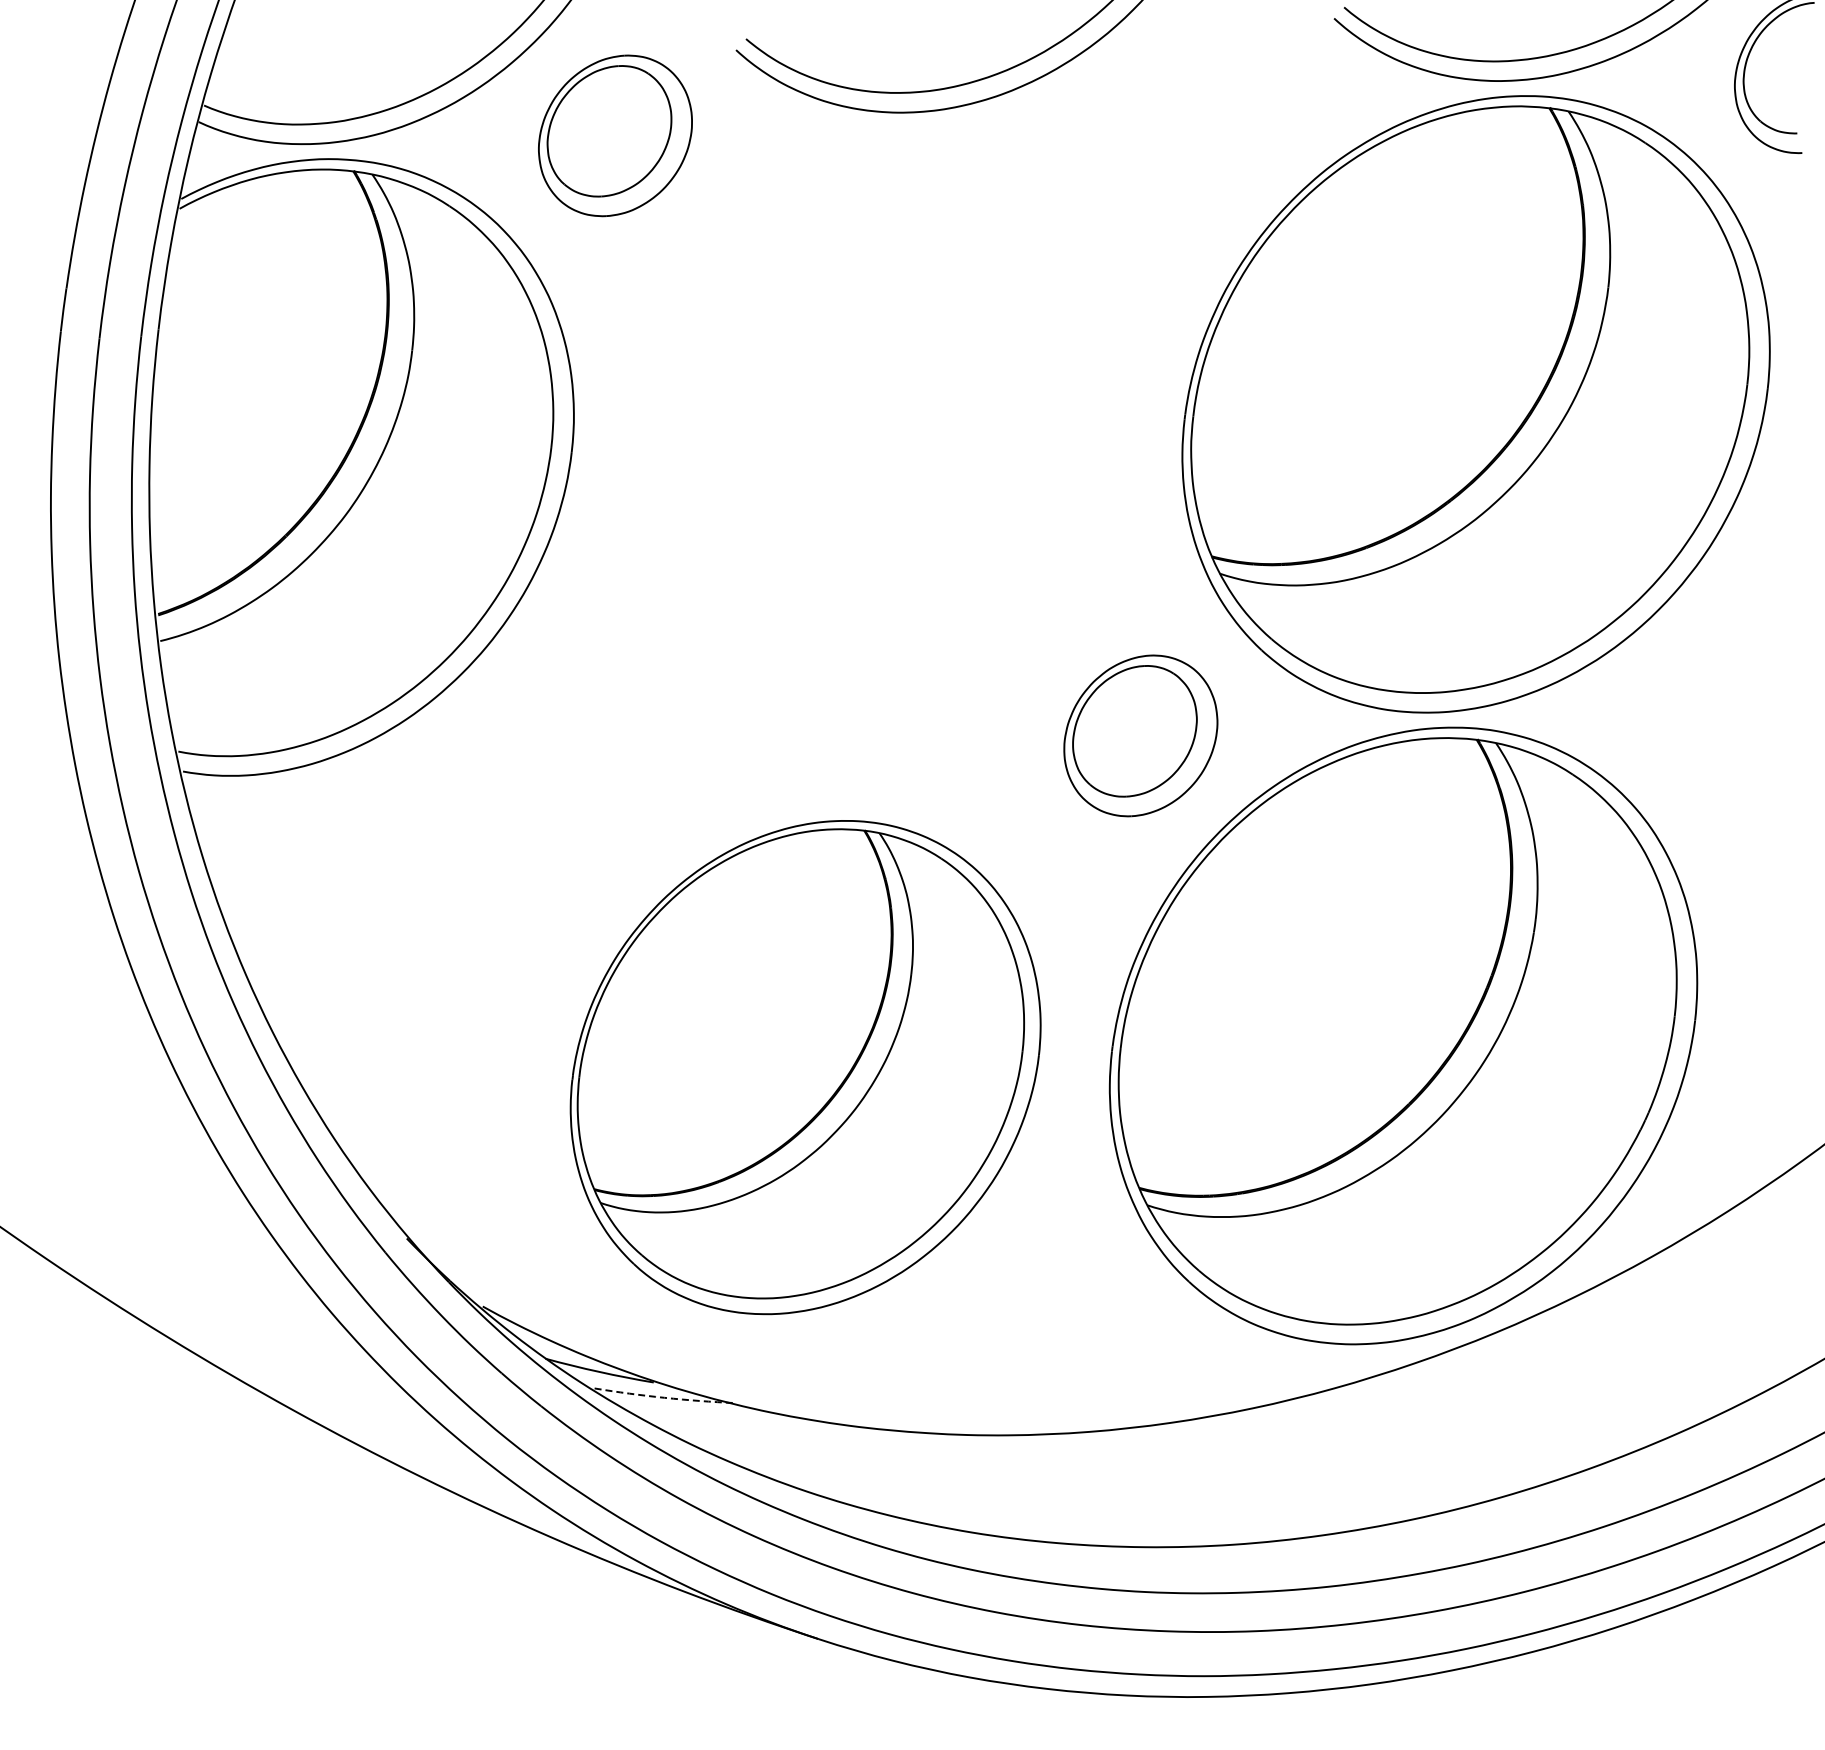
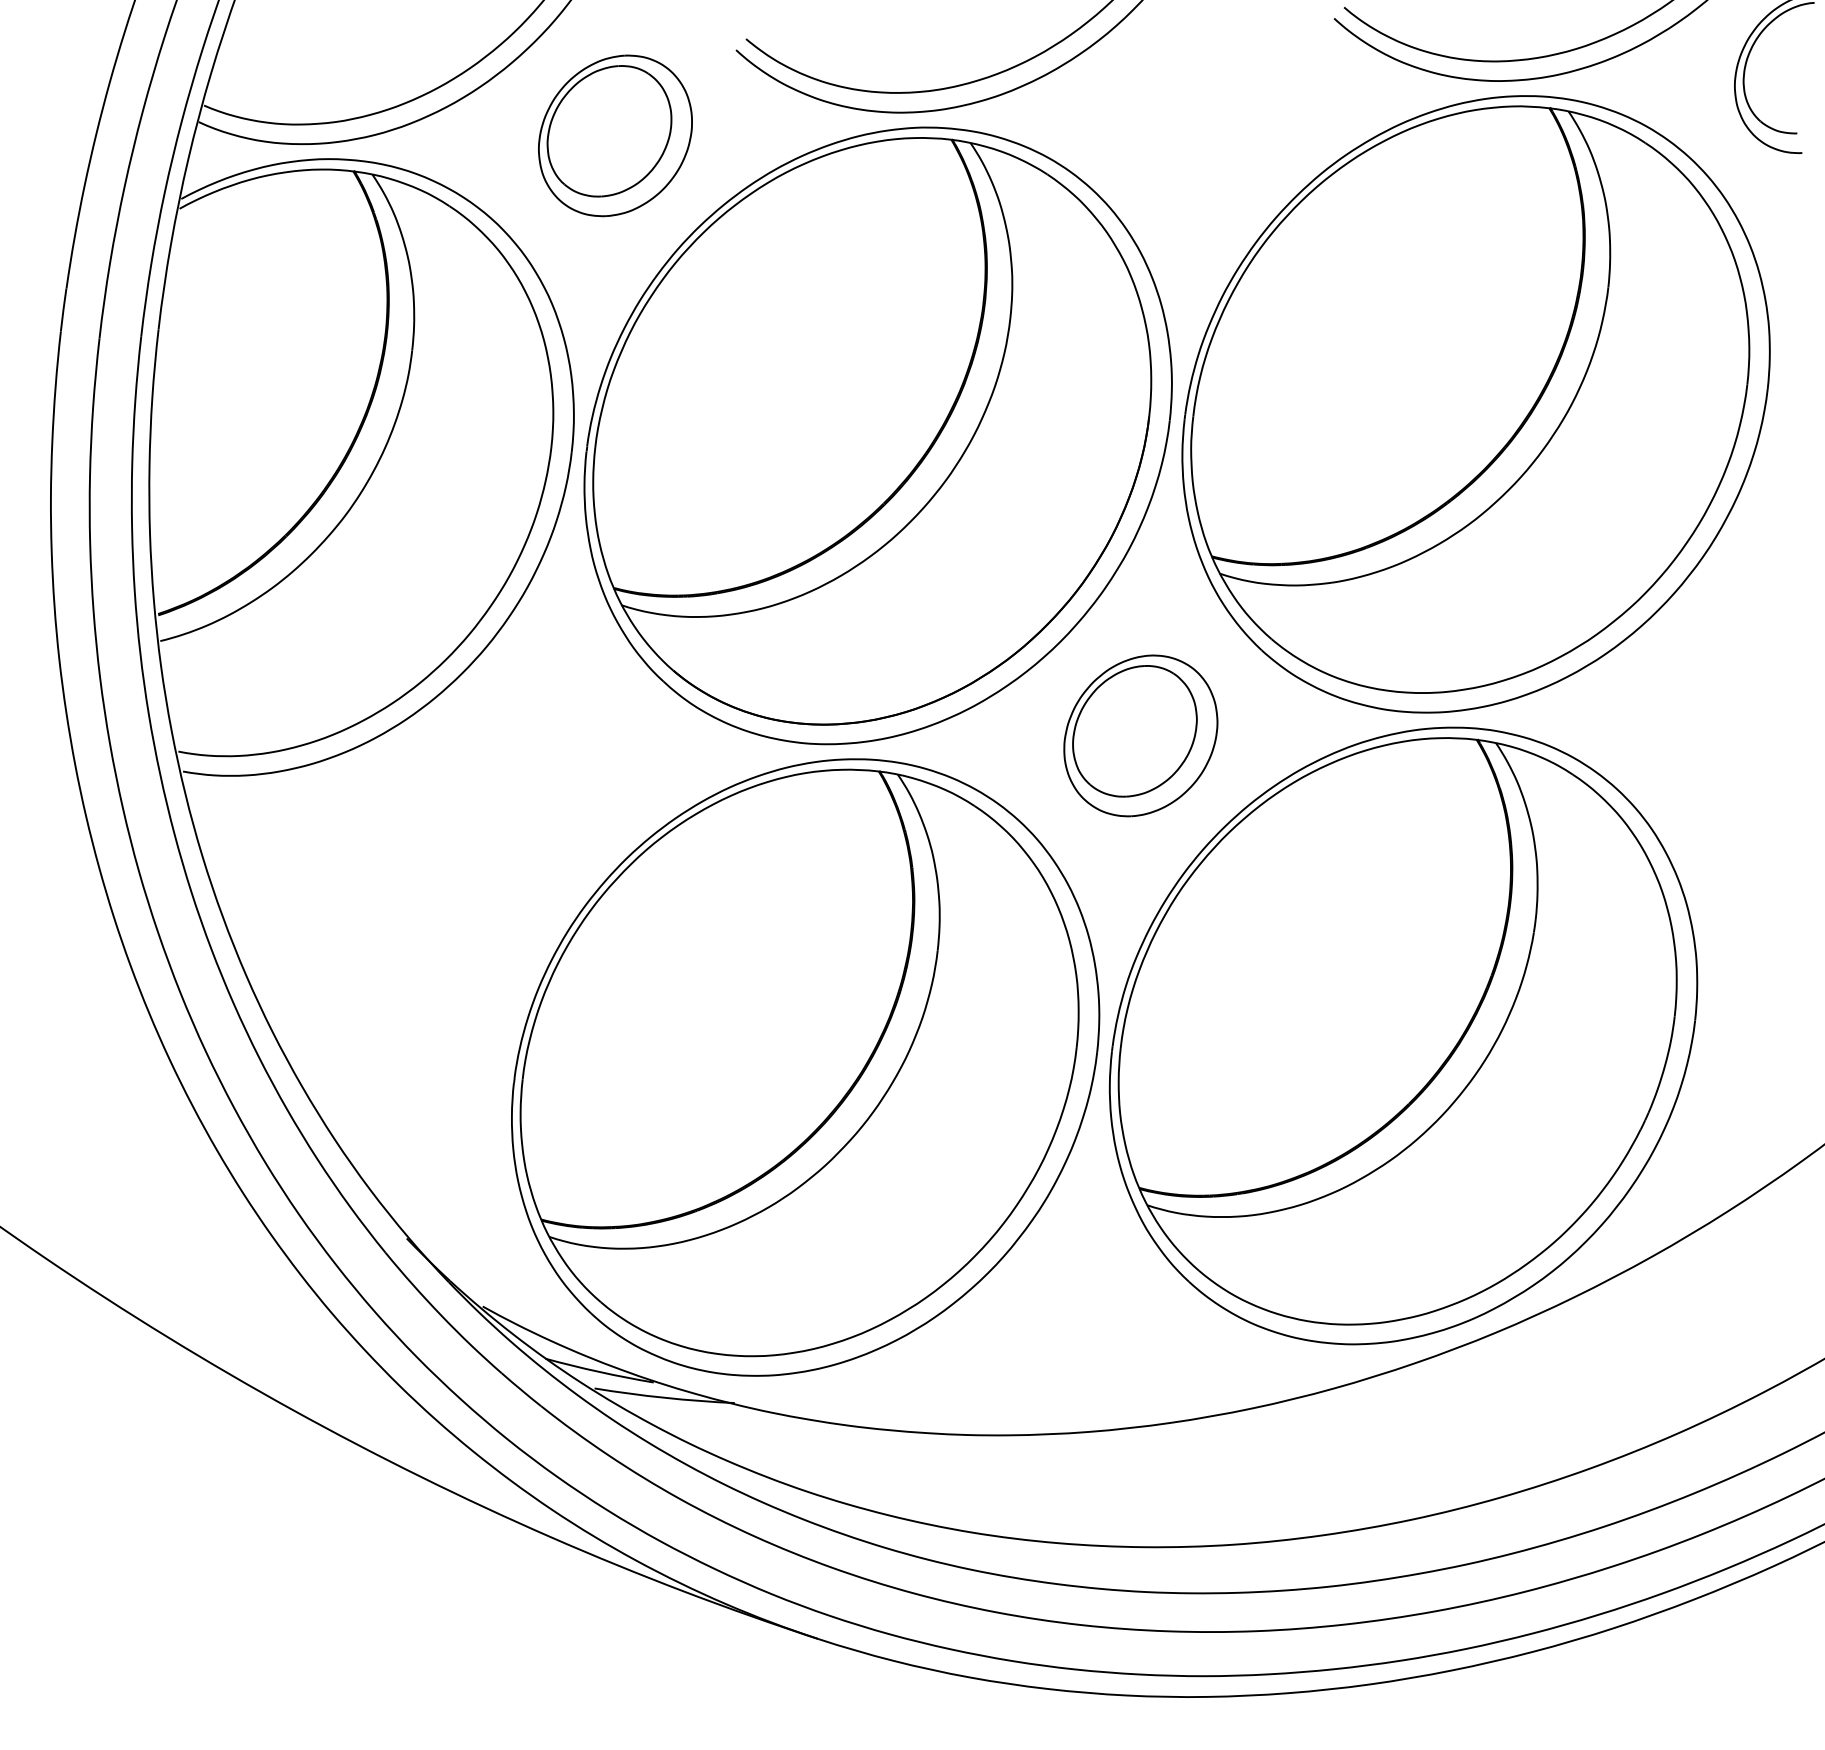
part at (877, 435): none -> present
part at (805, 1067) size: 473x496 px -> 590x619 px
arc at (664, 1397): dashed -> solid
